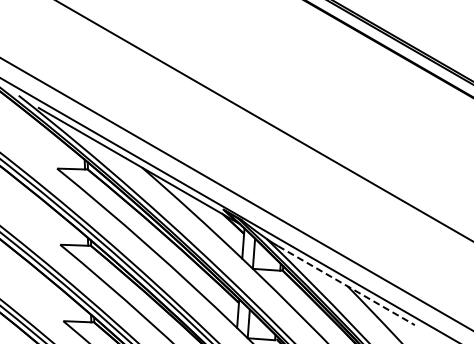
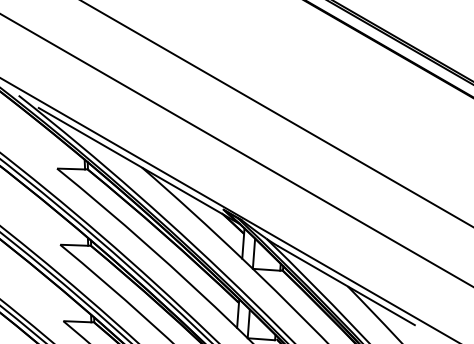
line at (264, 121) position: (264, 121) -> (276, 113)
line at (236, 194) position: (236, 194) -> (236, 150)
line at (346, 285): dashed -> solid
